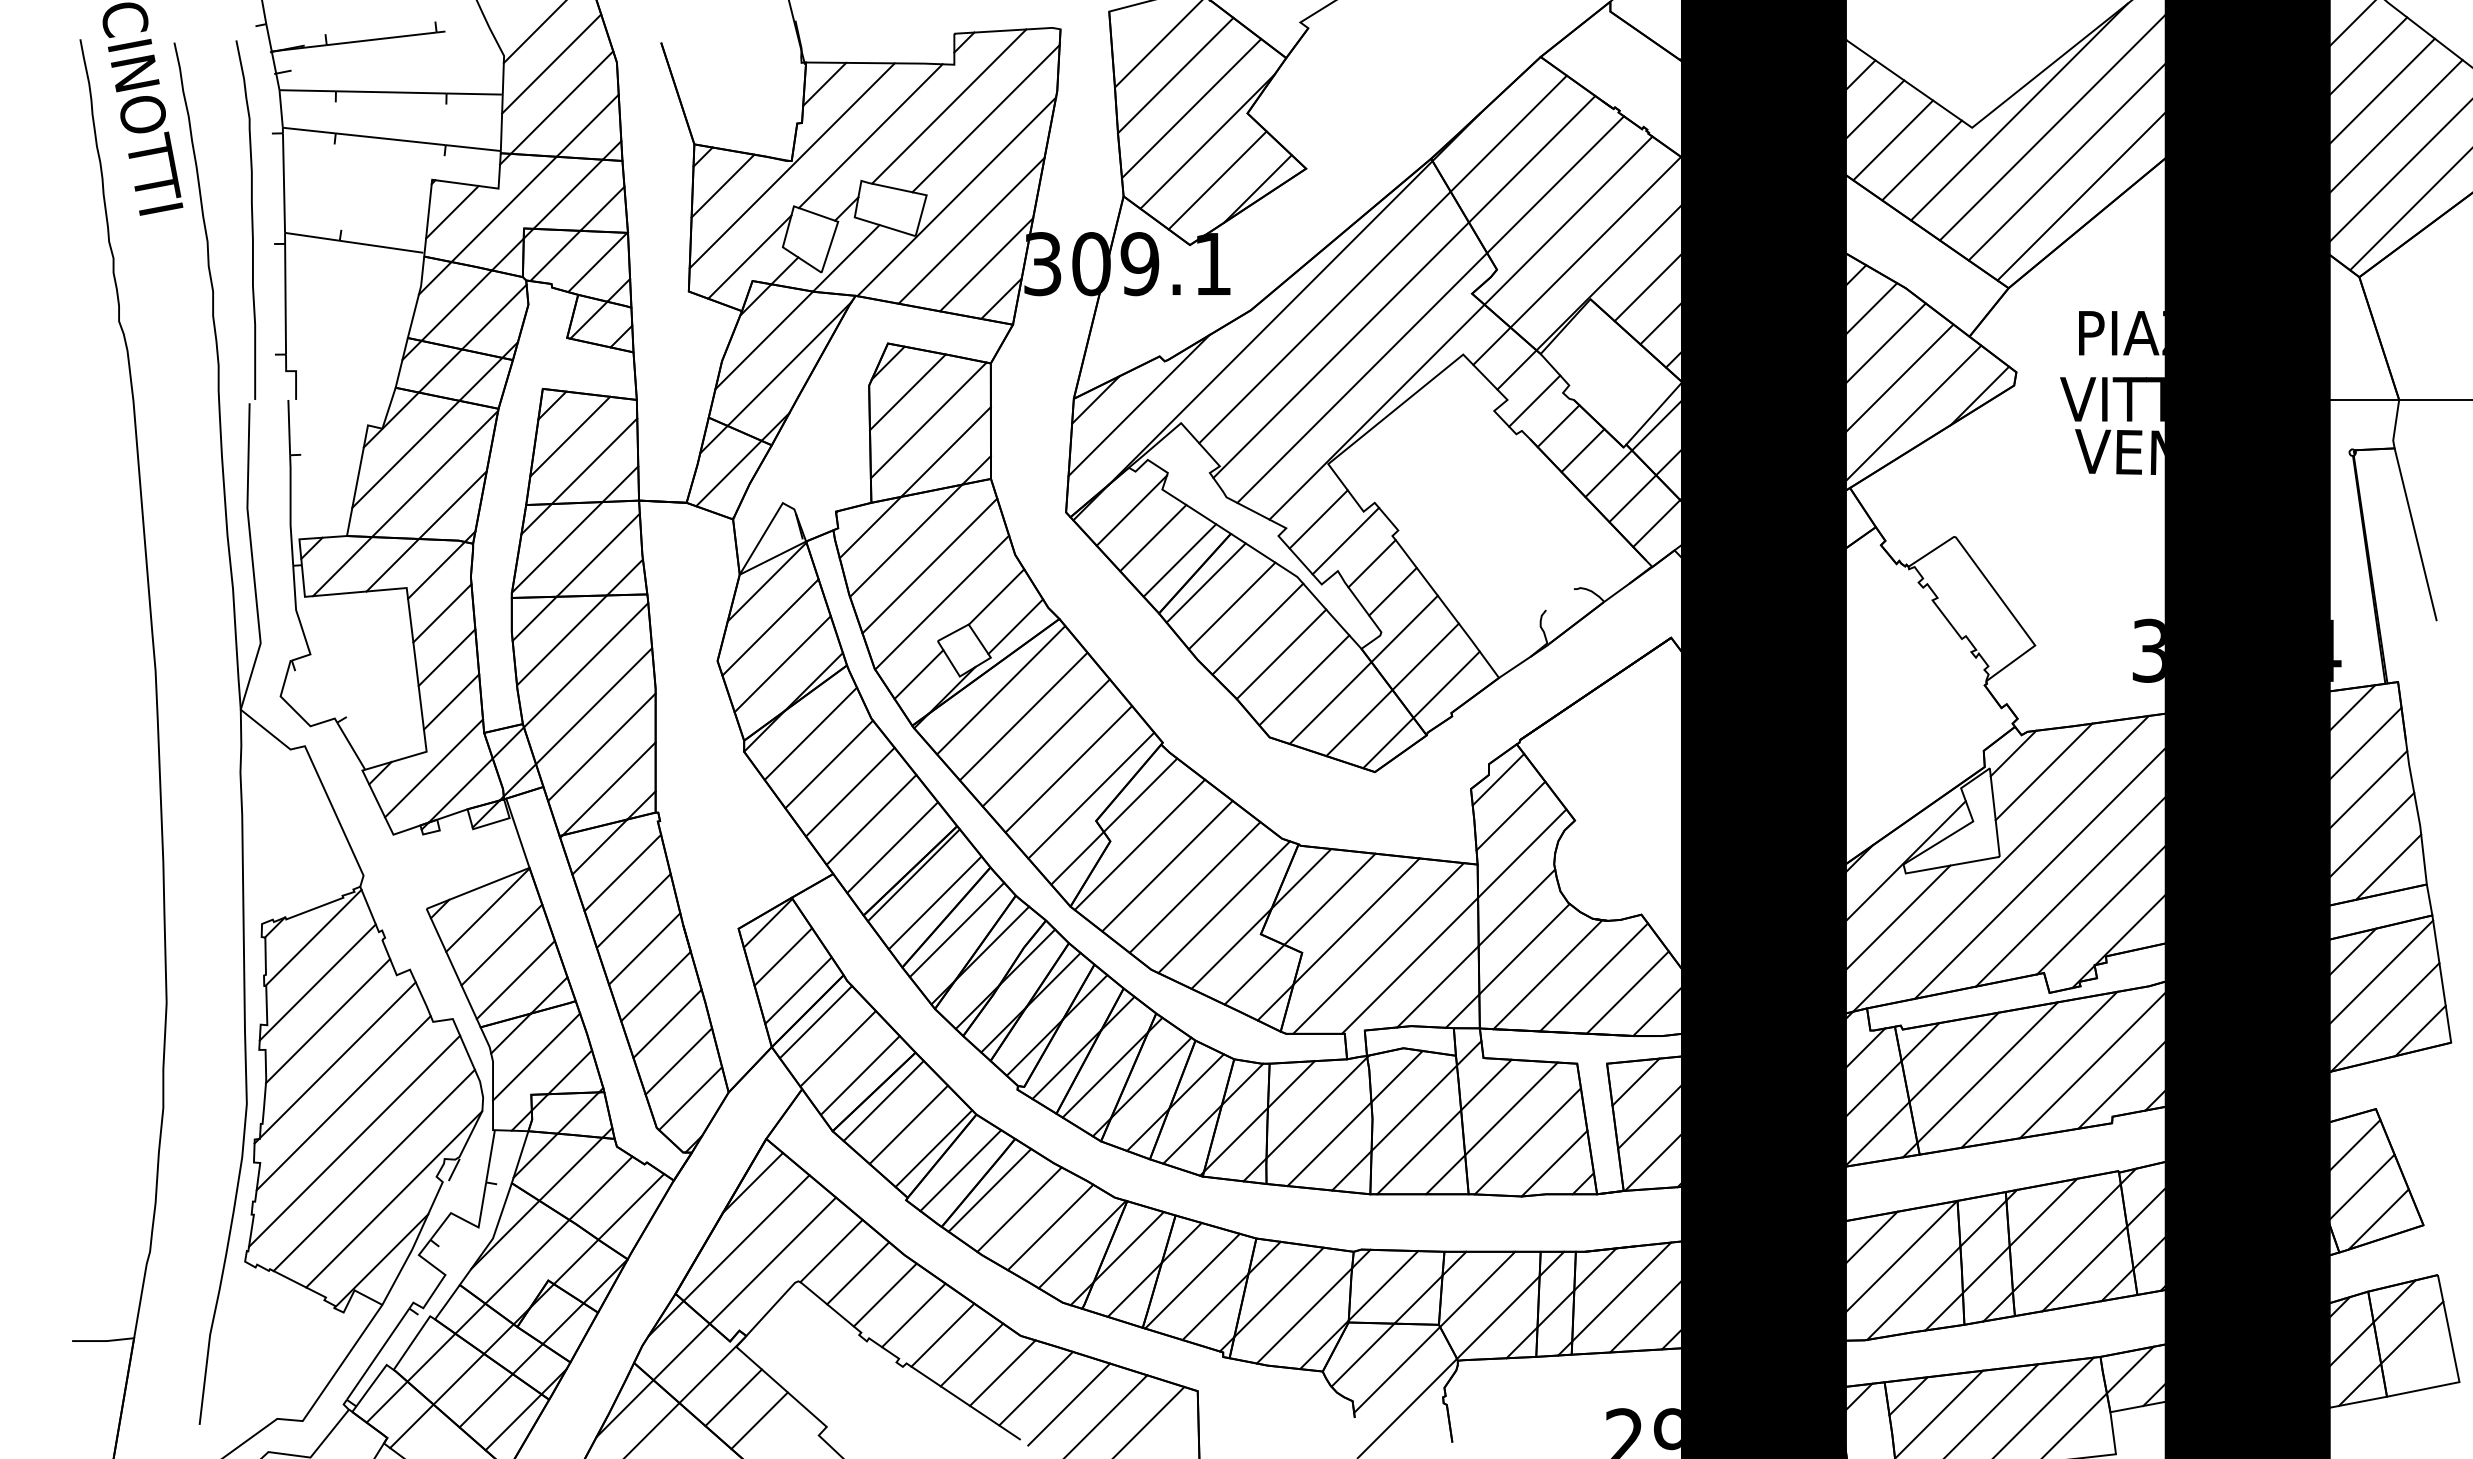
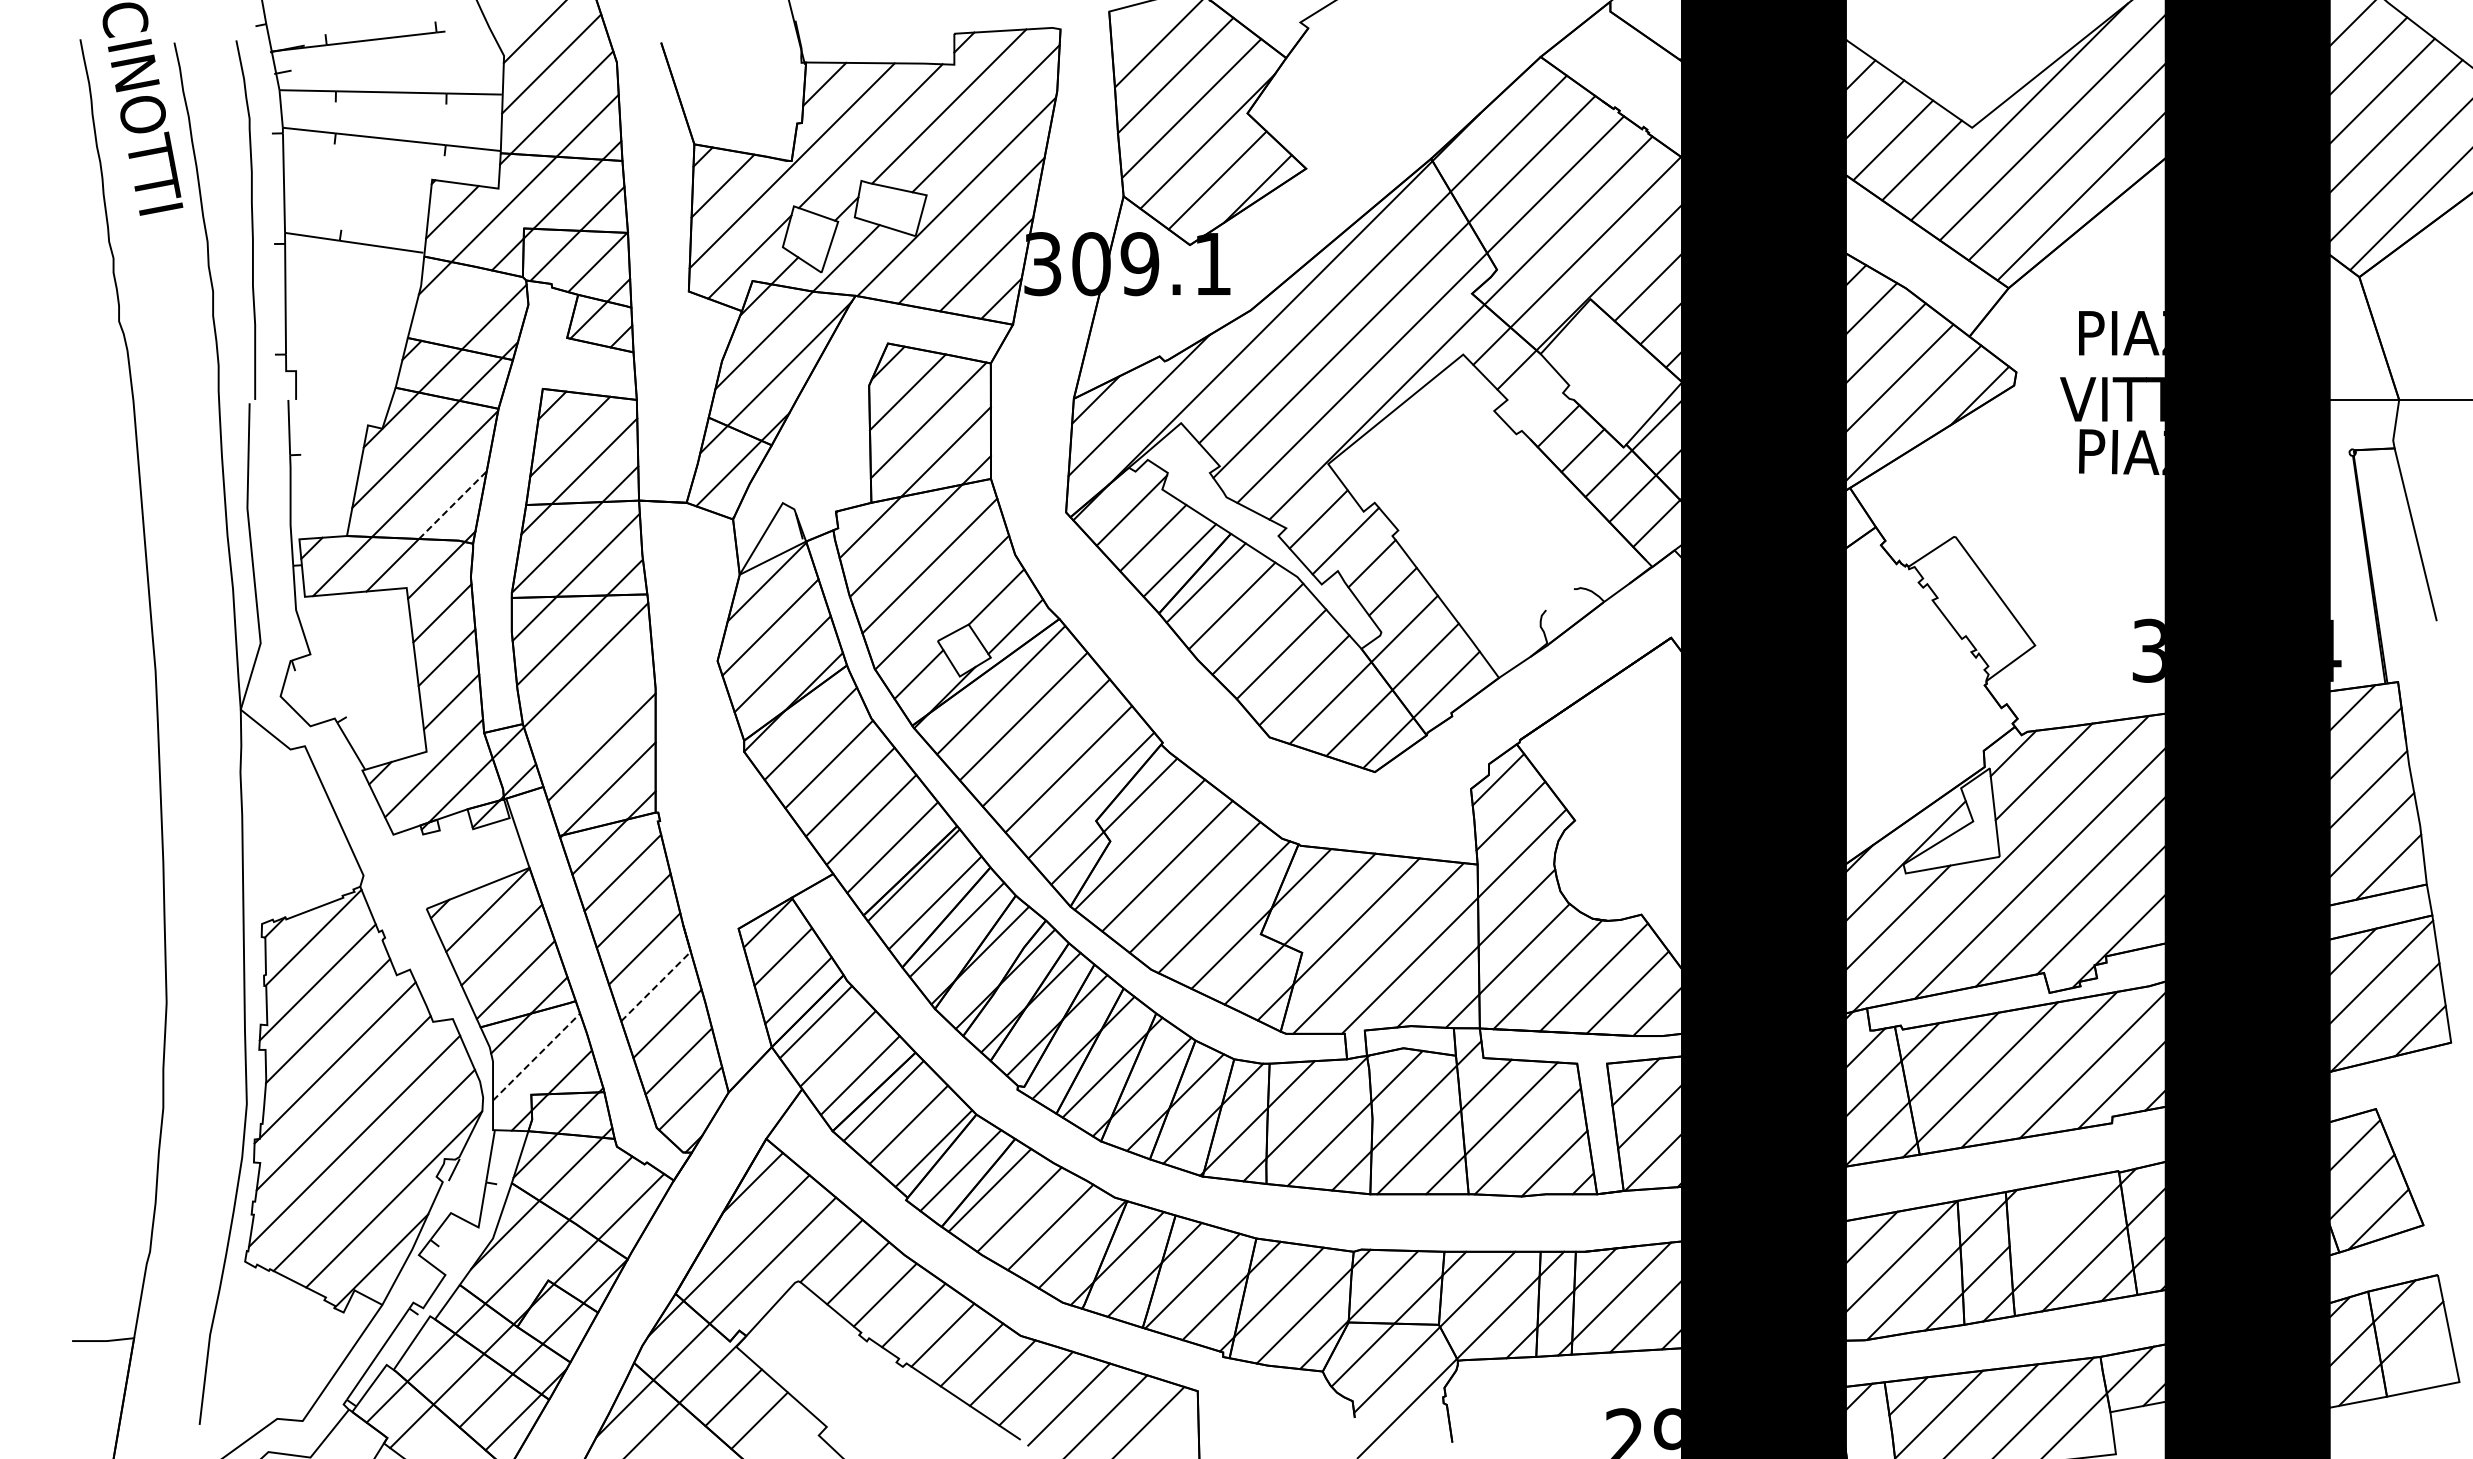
line at (456, 305): present -> none
line at (1534, 400): present -> none
text at (2119, 452): VENETO -> PIAZZA
line at (452, 505): solid -> dashed
line at (594, 706): present -> none
line at (656, 986): solid -> dashed
line at (536, 1057): solid -> dashed
line at (2043, 1212): present -> none
